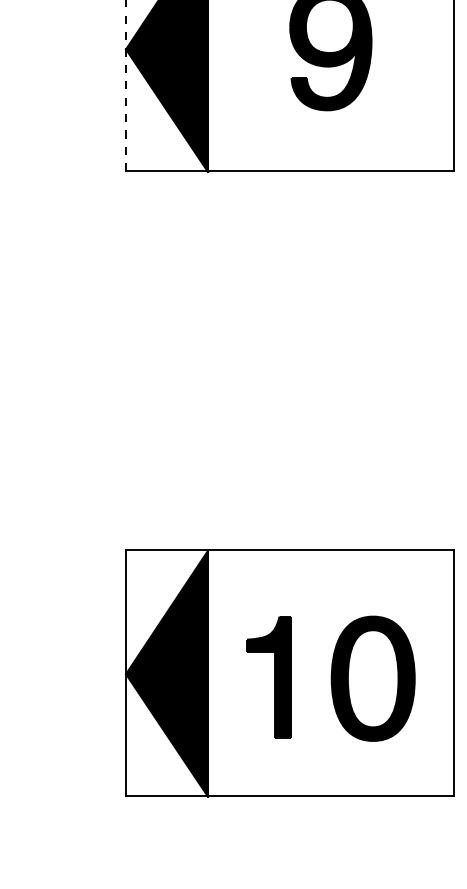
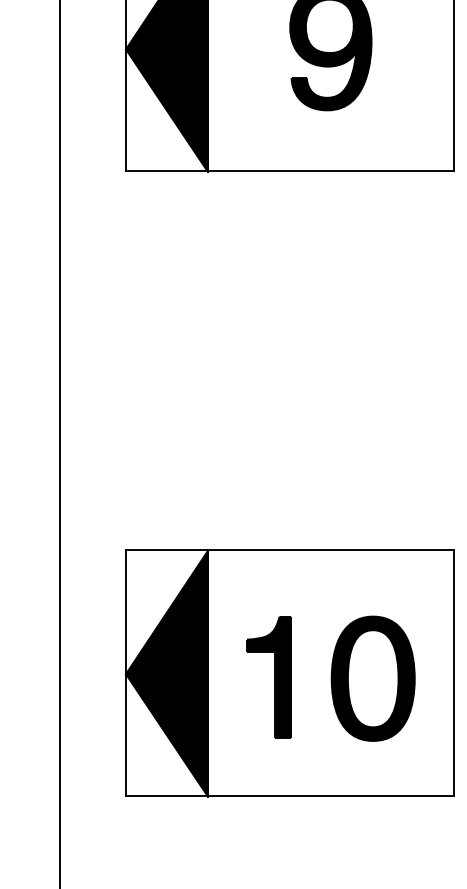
line at (126, 85): dashed -> solid
line at (60, 443): none -> present
